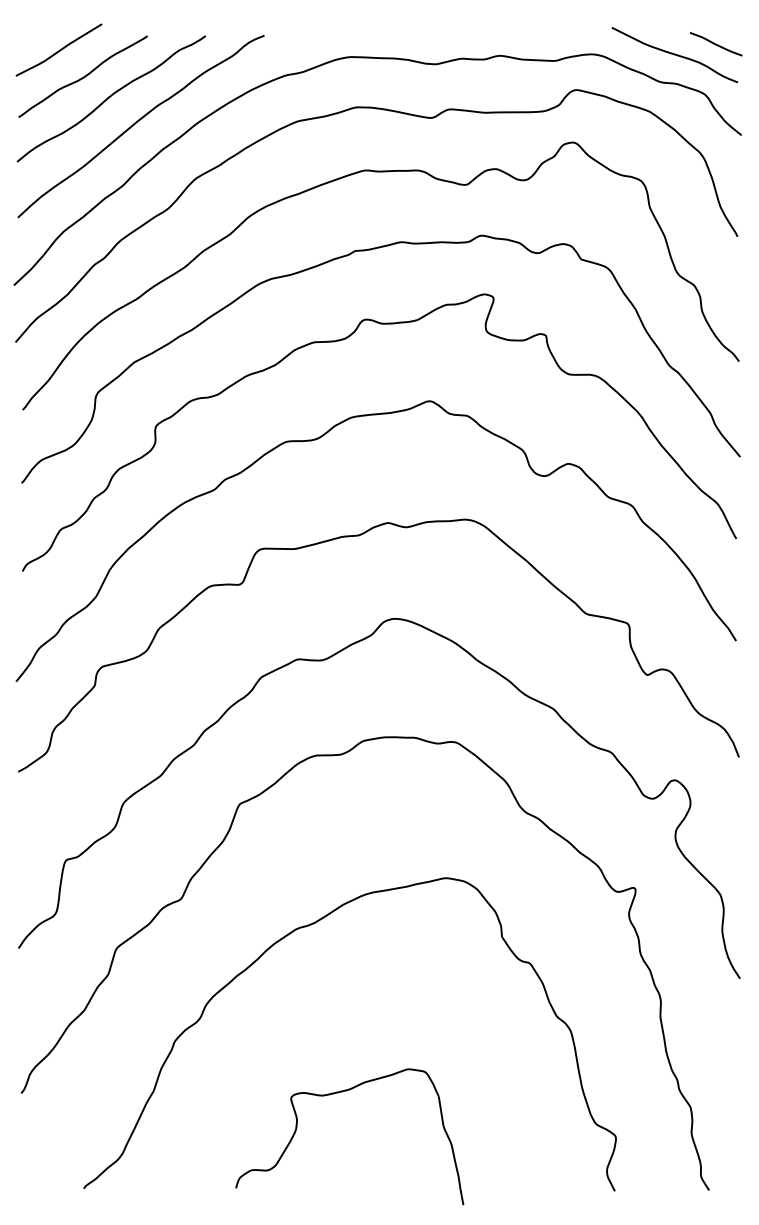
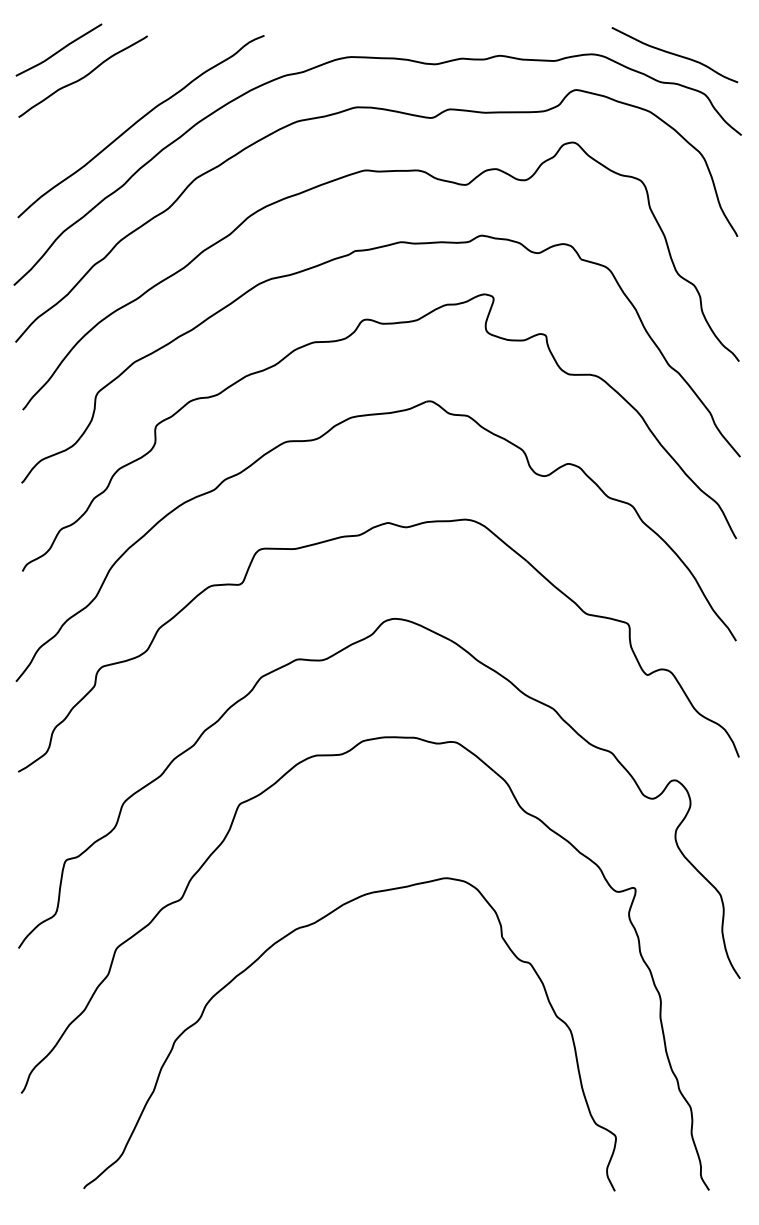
curve at (715, 44): present -> none
curve at (110, 97): present -> none
part at (338, 1093): present -> none
